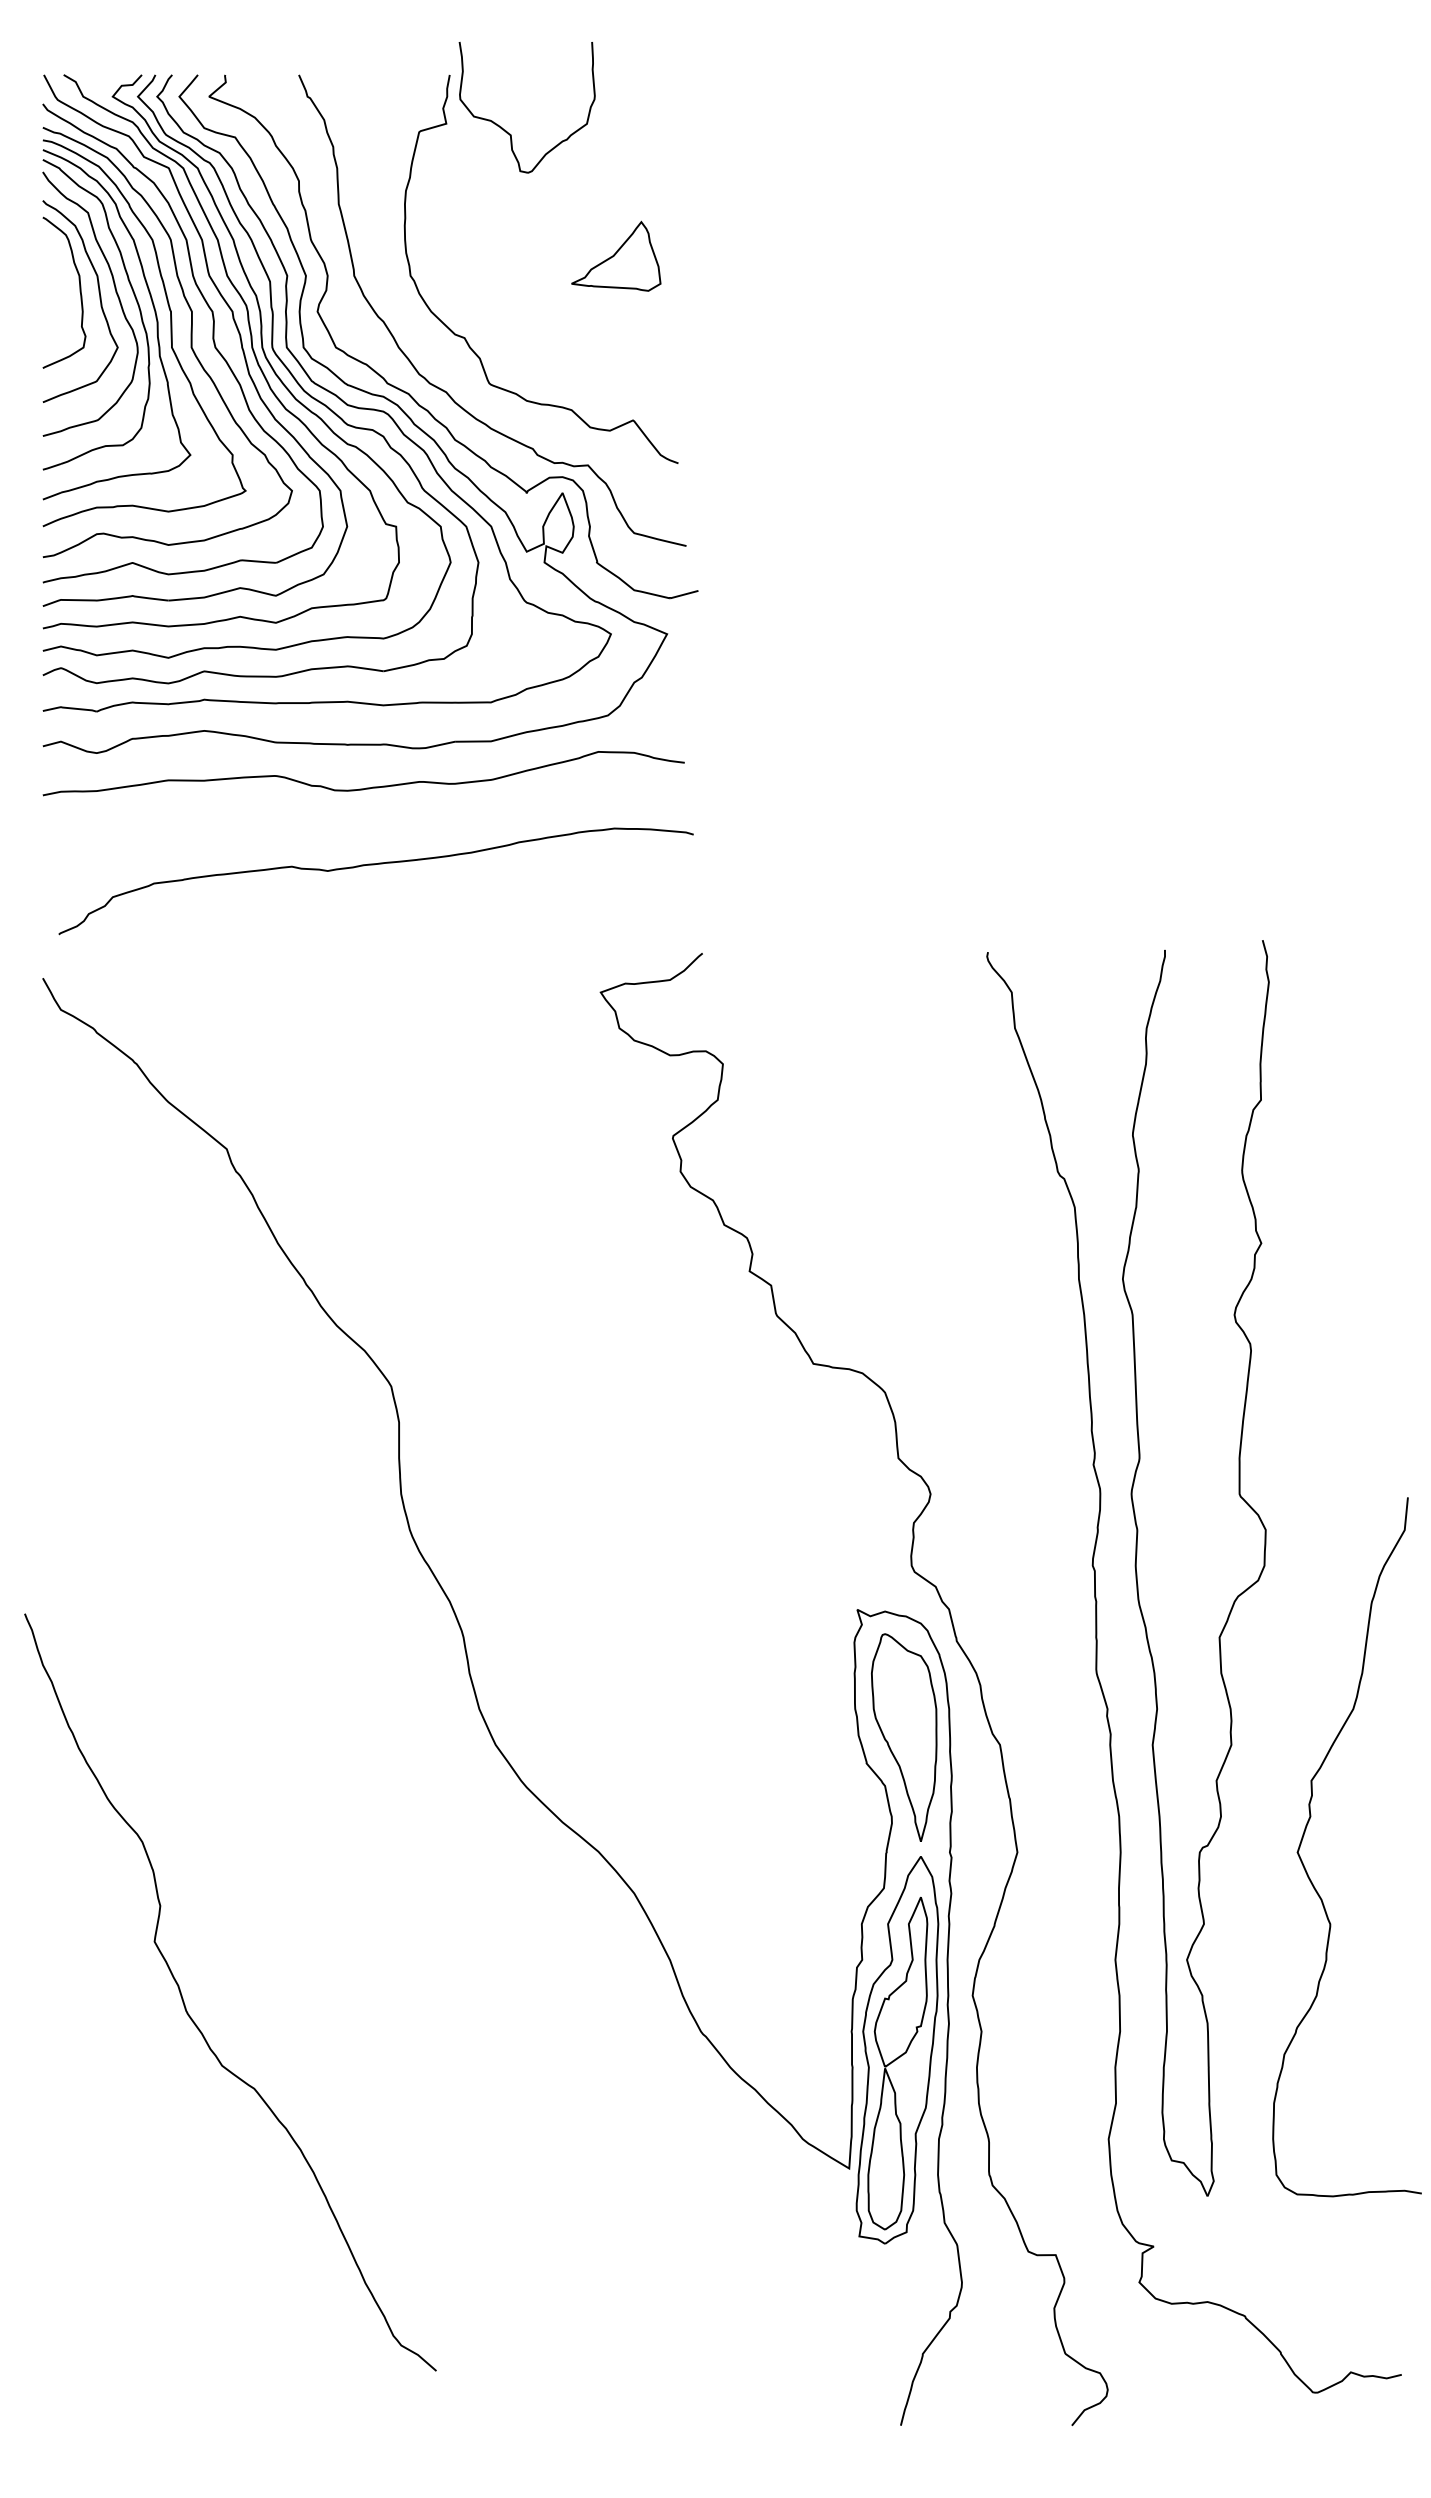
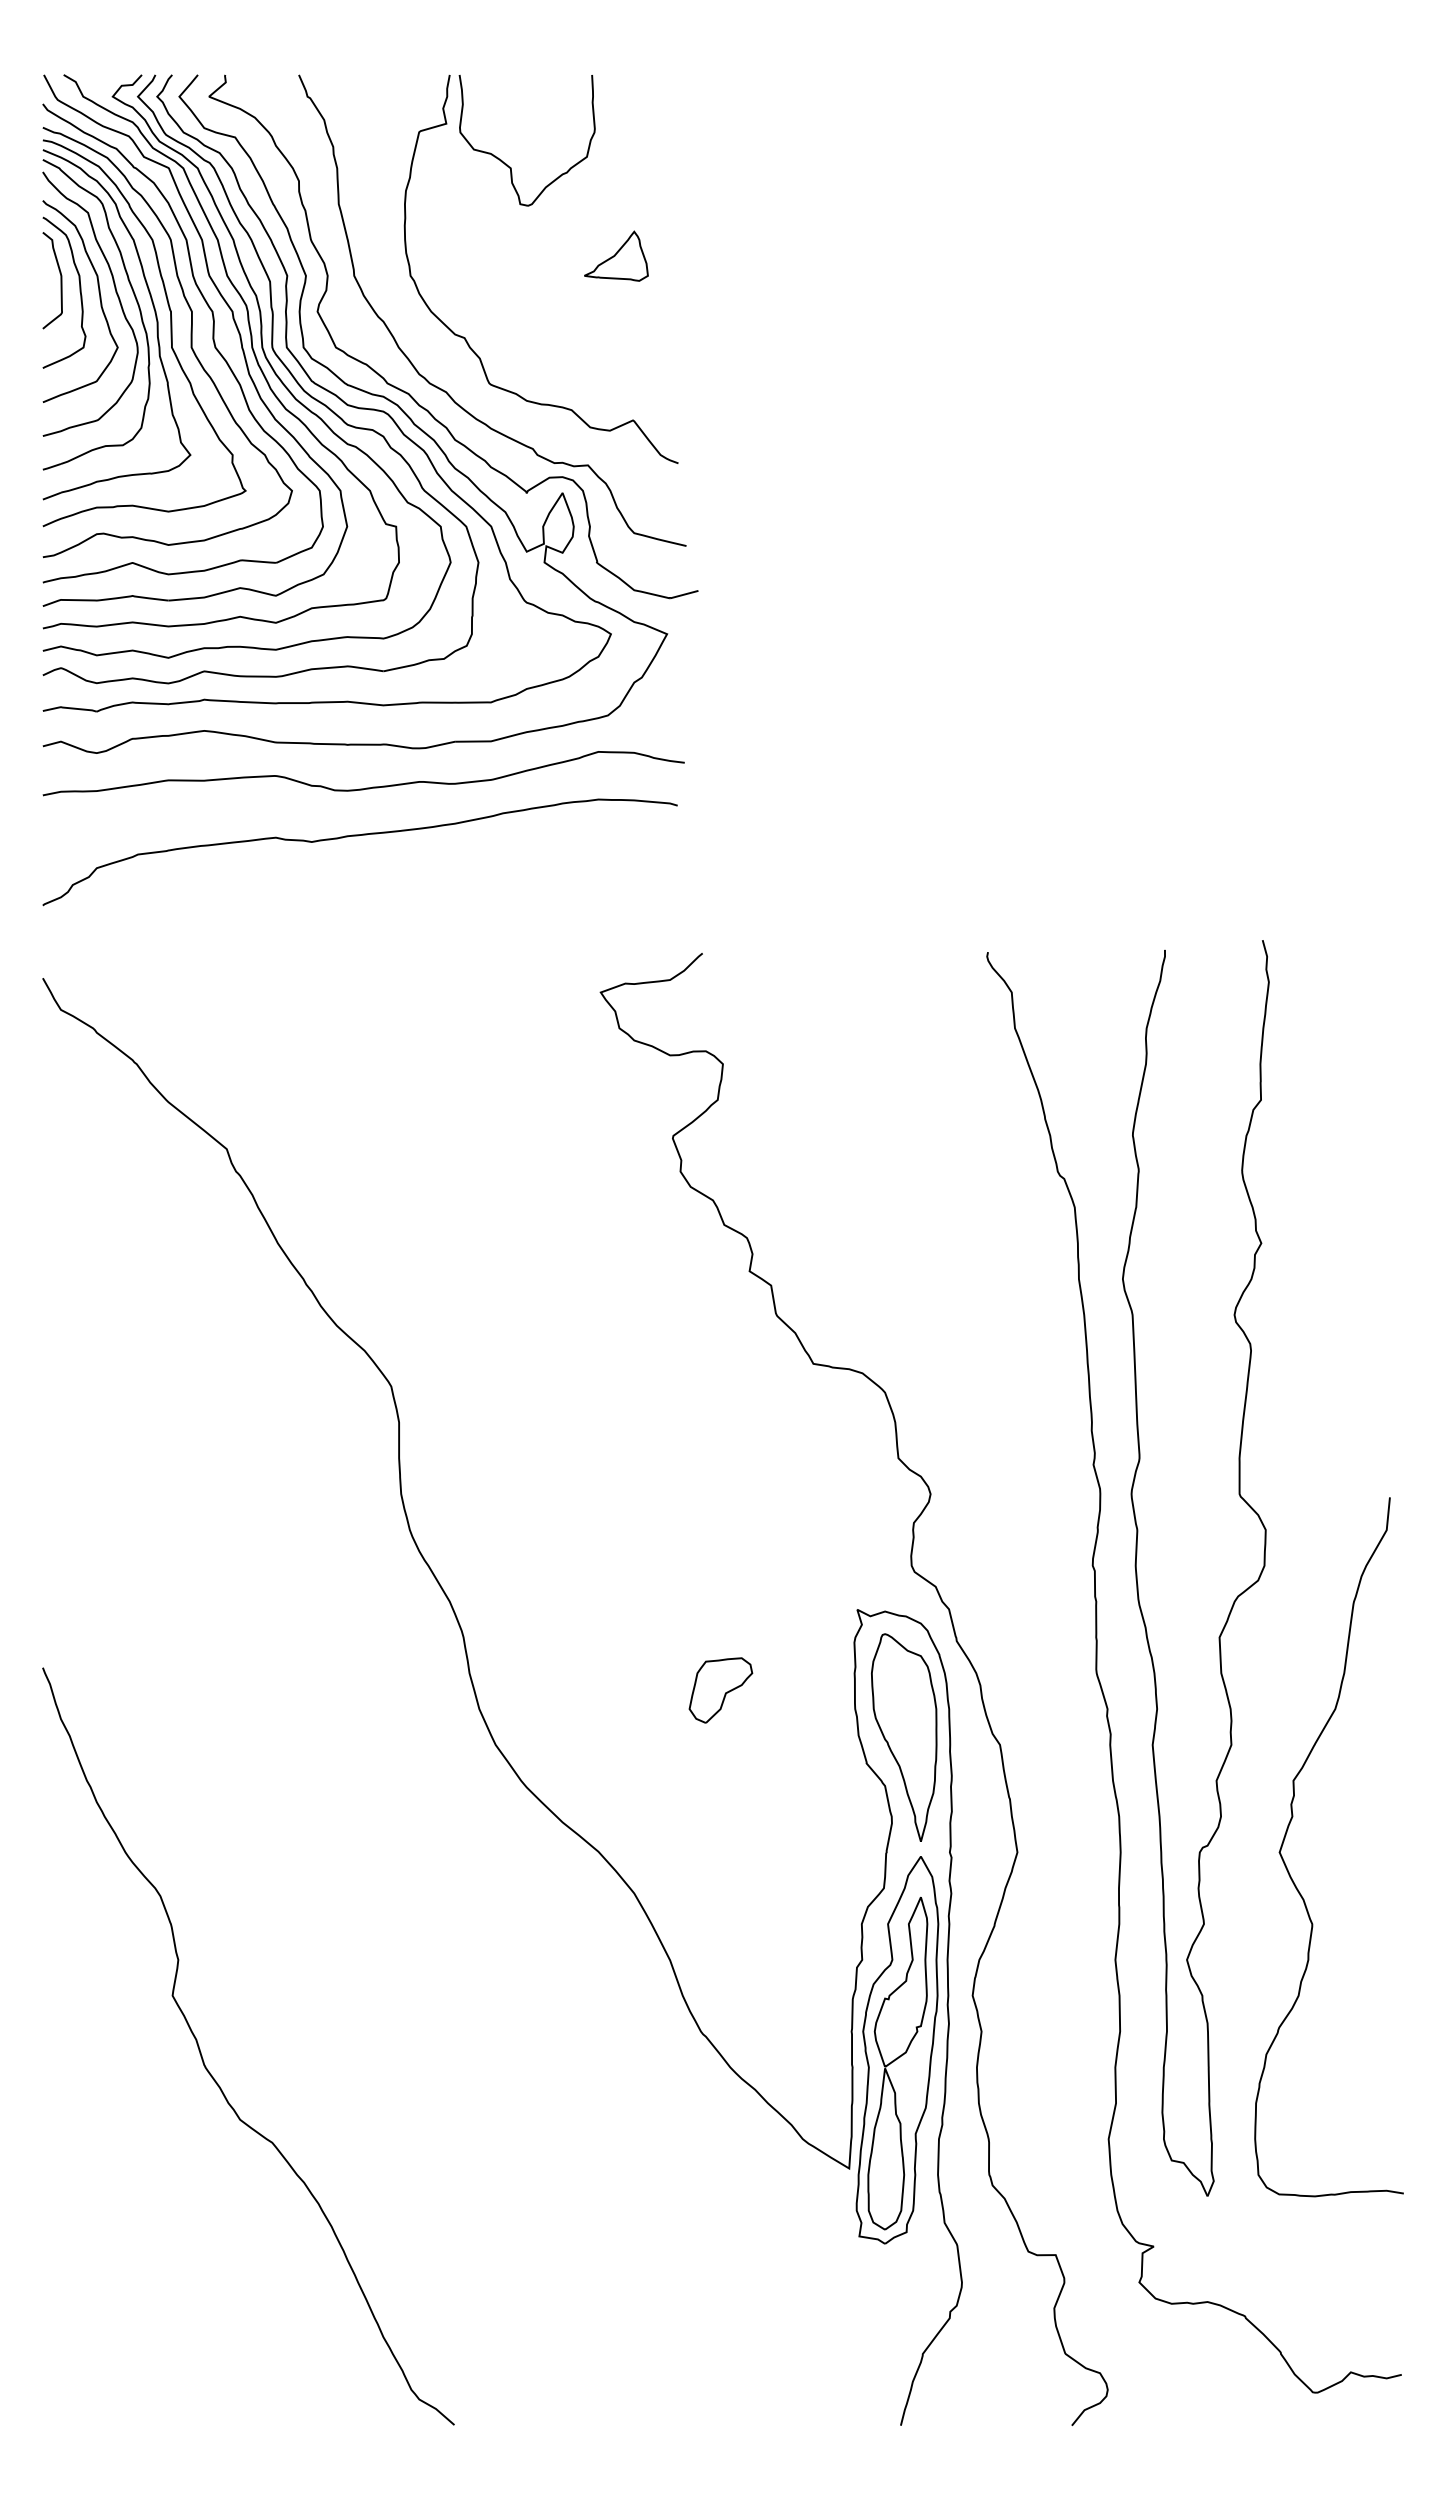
curve at (506, 130) position: (506, 130) -> (506, 163)
part at (616, 255) size: 91x72 px -> 65x52 px
curve at (60, 280): none -> present
curve at (374, 865) position: (374, 865) -> (358, 836)
part at (720, 1690): none -> present
curve at (1305, 1832) position: (1305, 1832) -> (1287, 1832)
curve at (192, 2018) position: (192, 2018) -> (210, 2072)
